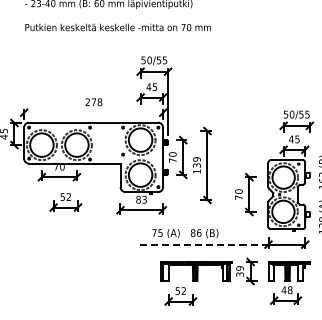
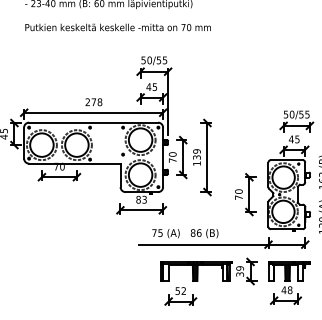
line at (93, 112): none -> present
part at (202, 165) position: (202, 165) -> (202, 157)
part at (65, 202): present -> none
line at (203, 244): dashed -> solid
